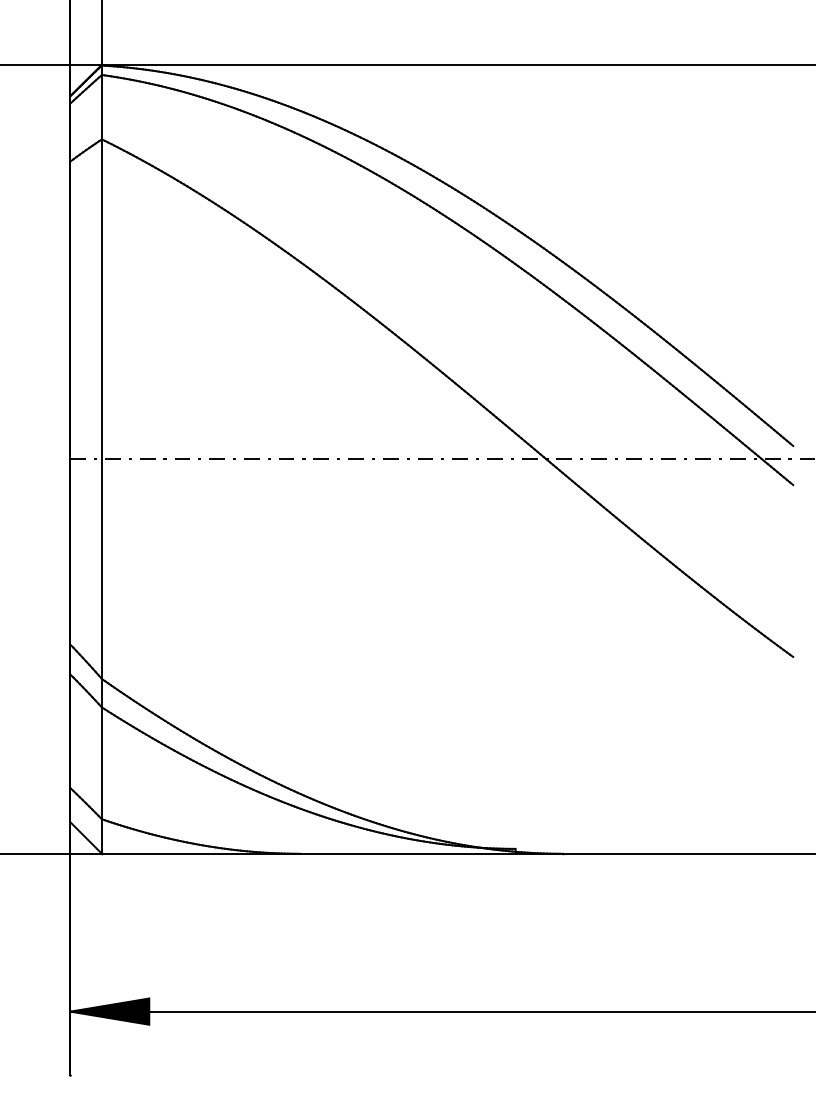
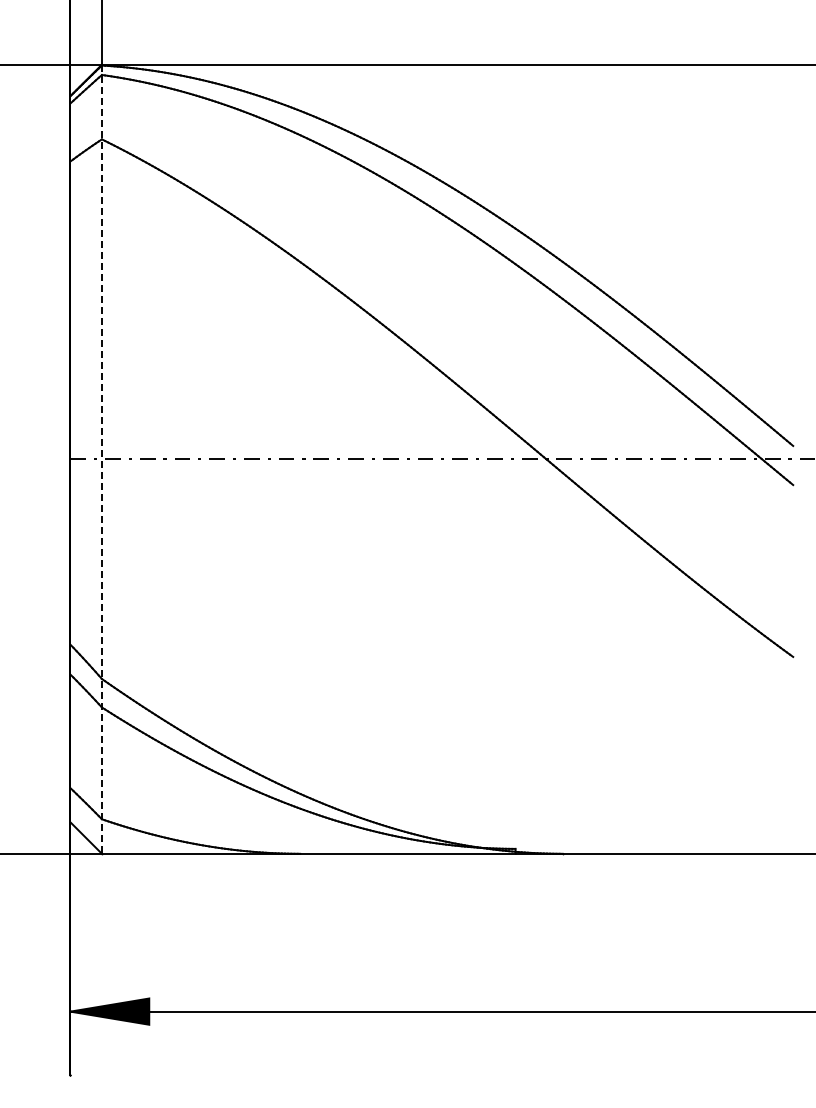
line at (101, 459): solid -> dashed
